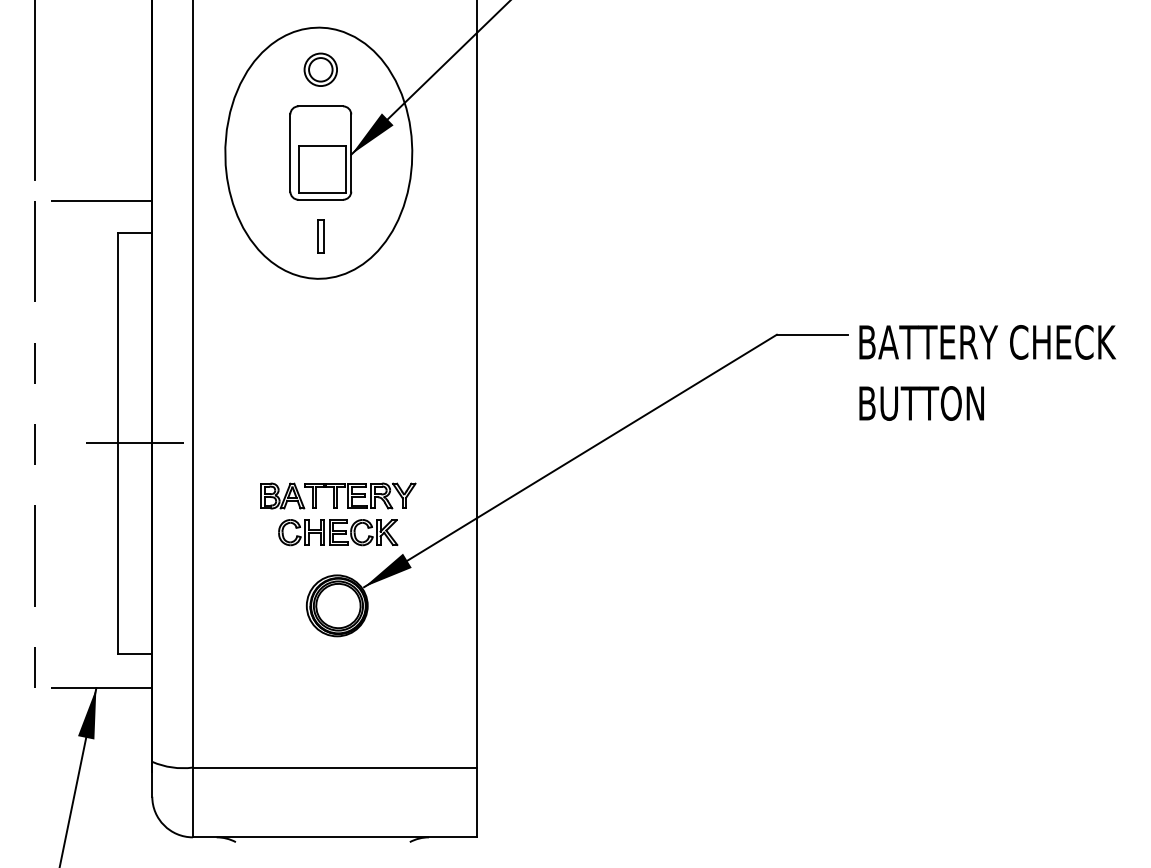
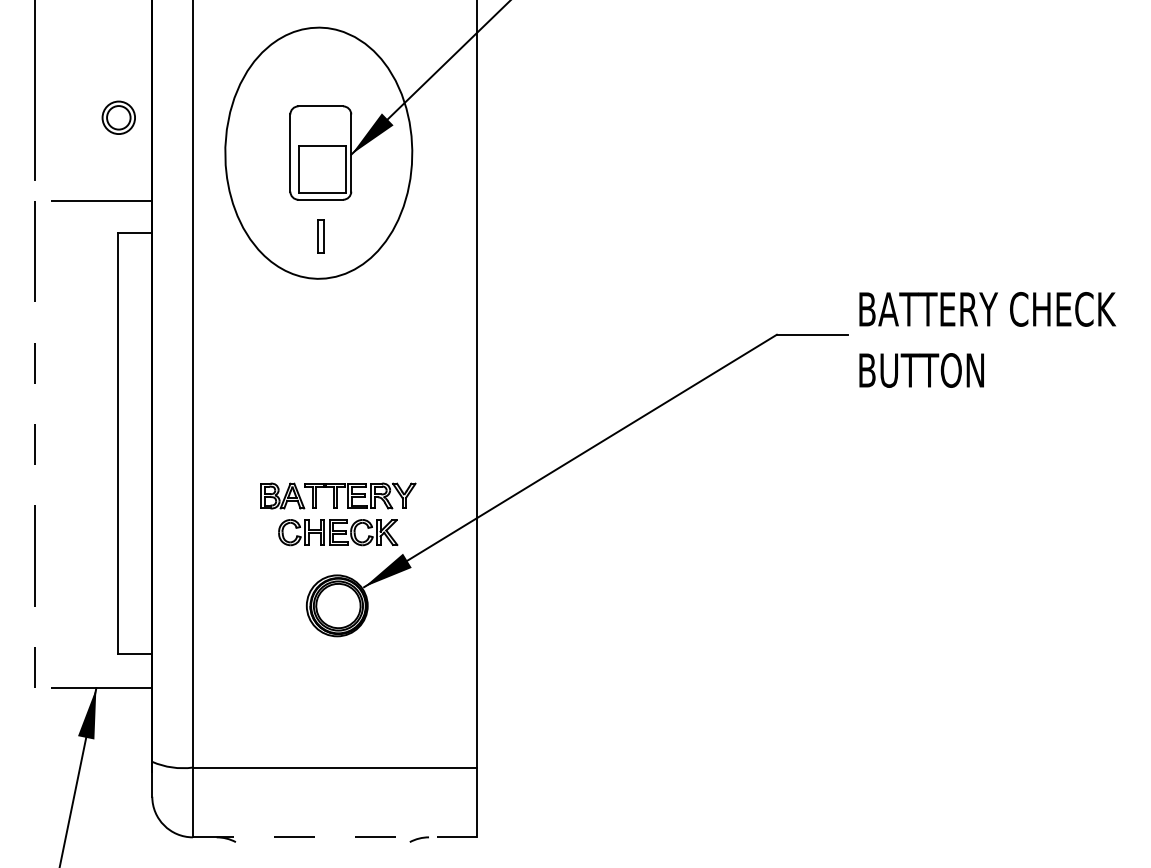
part at (320, 69) position: (320, 69) -> (118, 117)
text at (987, 372) position: (987, 372) -> (987, 339)
line at (134, 443): present -> none
line at (335, 837): solid -> dashed
